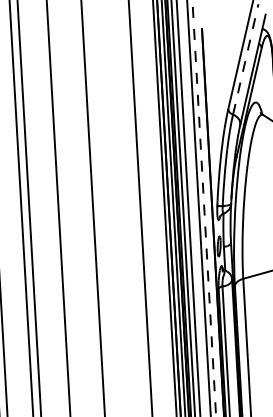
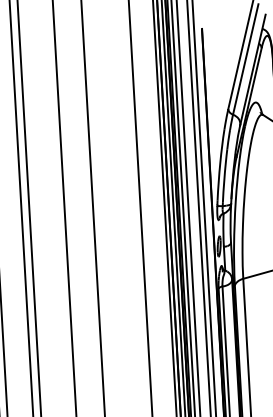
line at (245, 59): dashed -> solid
line at (58, 207) position: (58, 207) -> (64, 207)
line at (204, 208): dashed -> solid
